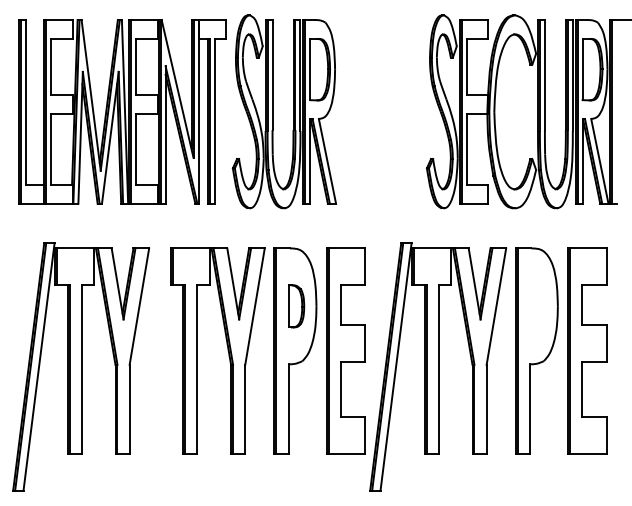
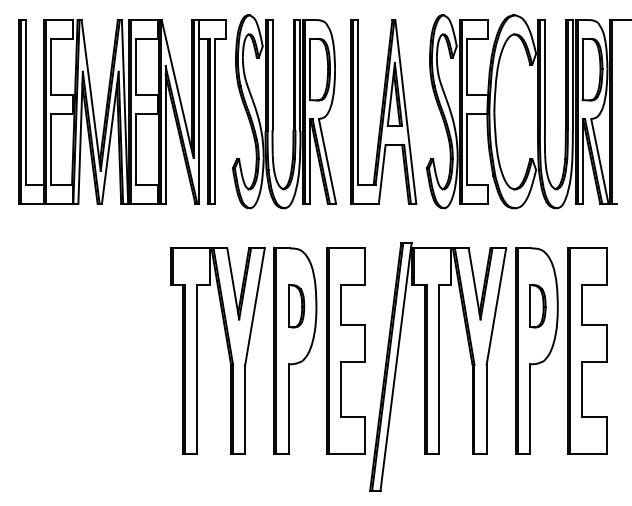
part at (383, 111): none -> present
part at (537, 306): none -> present
part at (81, 366): present -> none
